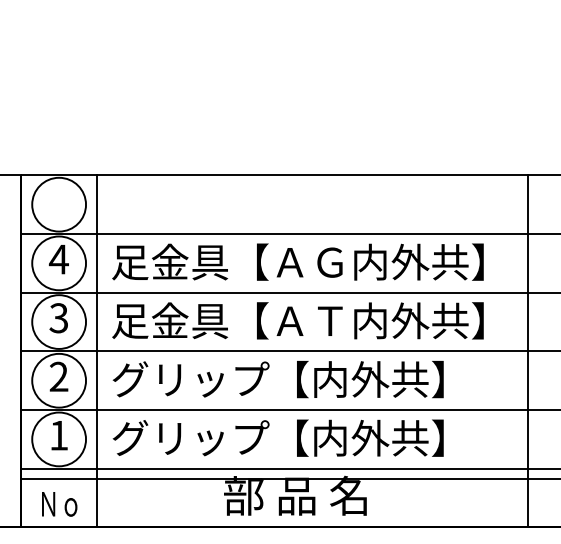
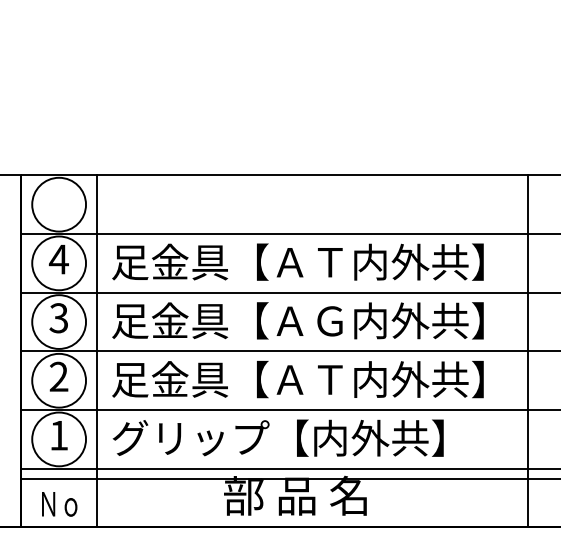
text at (329, 262): 足金具【ＡＧ内外共】 -> 足金具【ＡＴ内外共】
text at (329, 321): 足金具【ＡＴ内外共】 -> 足金具【ＡＧ内外共】
text at (297, 379): グリップ【内外共】 -> 足金具【ＡＴ内外共】
